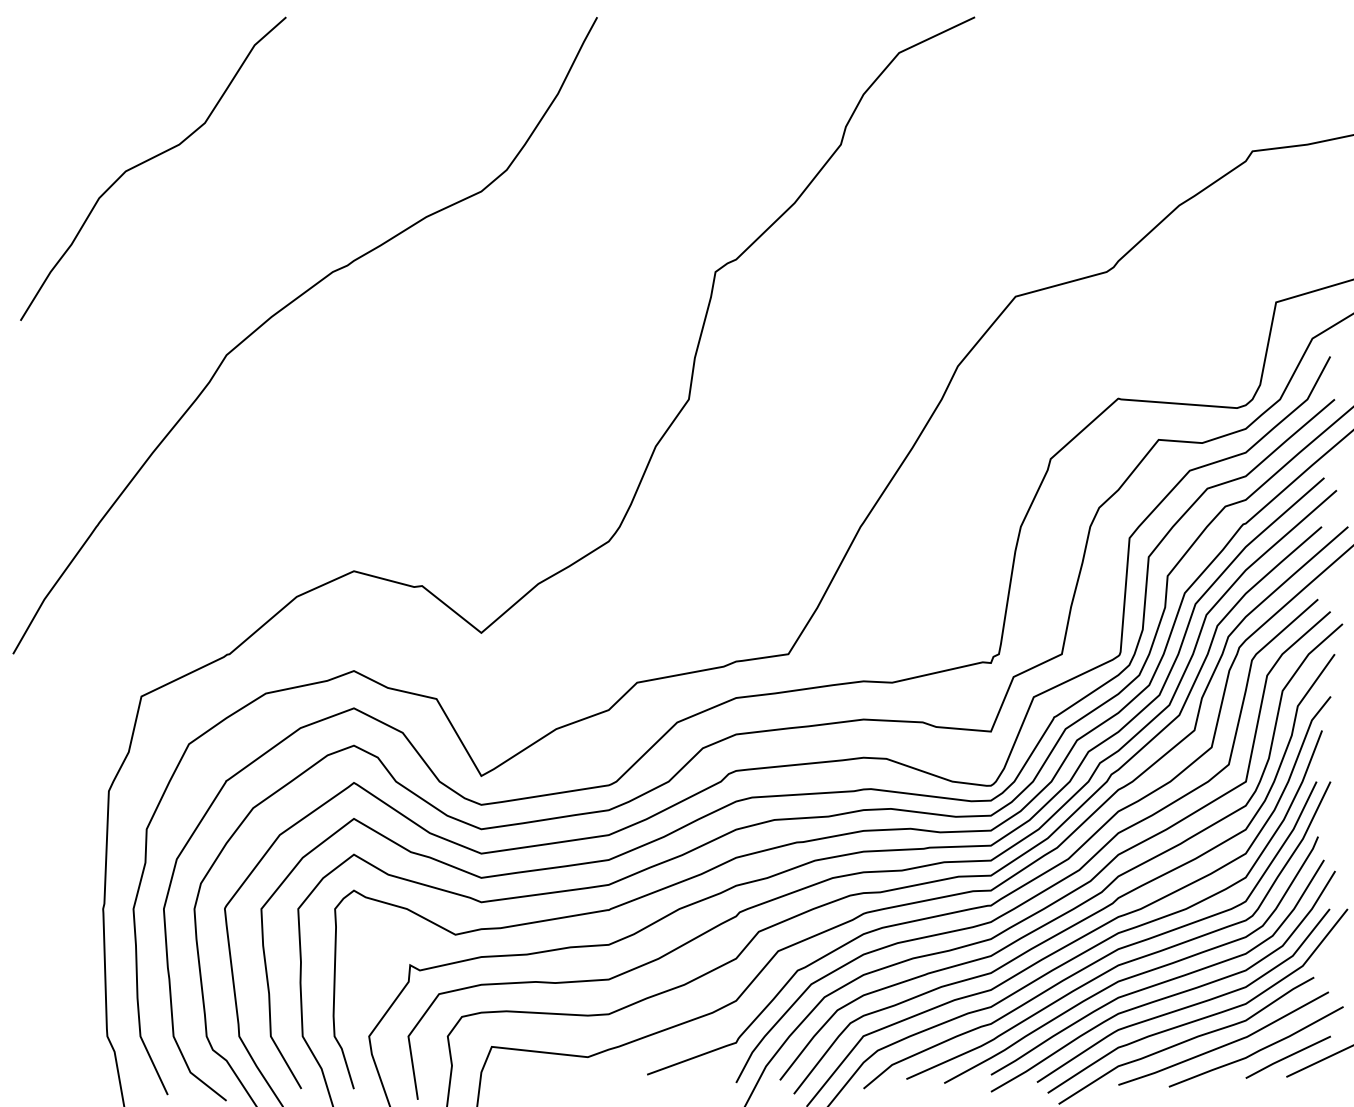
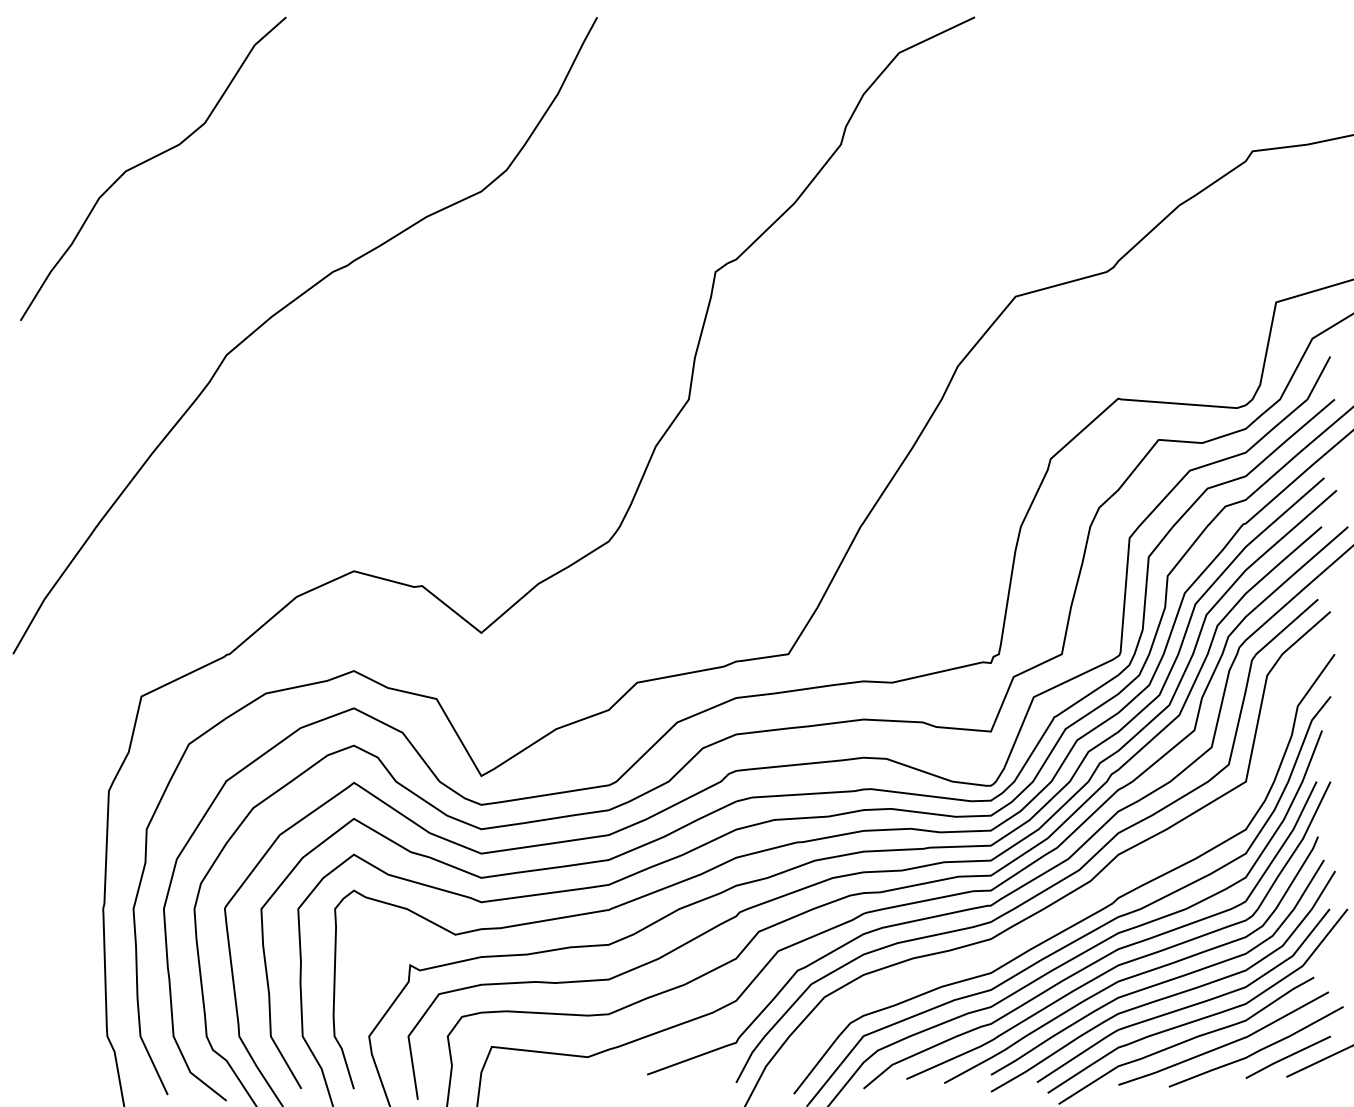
curve at (1090, 897): present -> none
